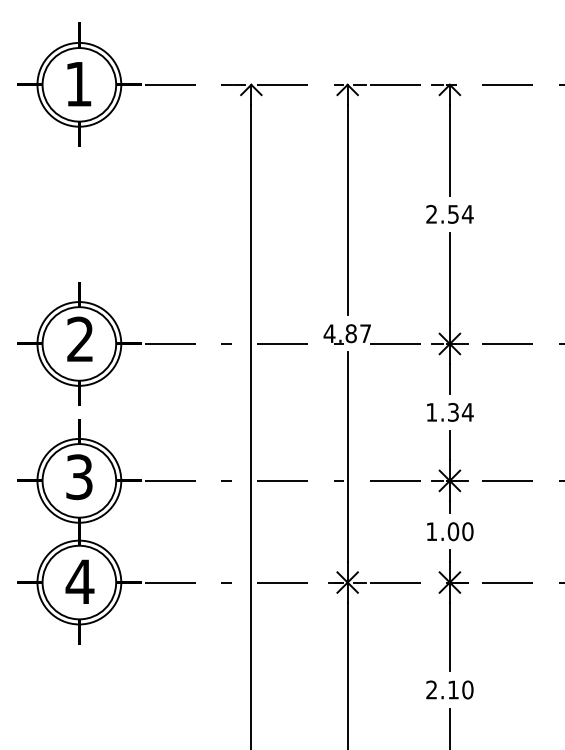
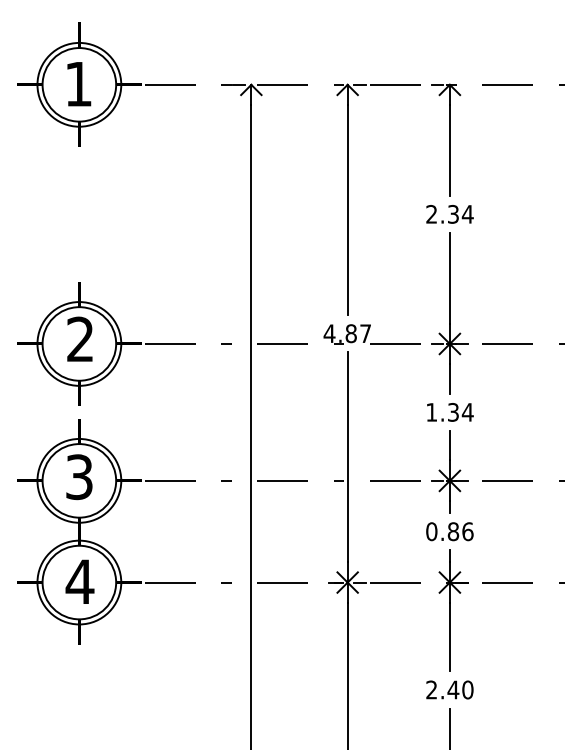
text at (453, 213): 2.54 -> 2.34
text at (449, 531): 1.00 -> 0.86
text at (453, 689): 2.10 -> 2.40
